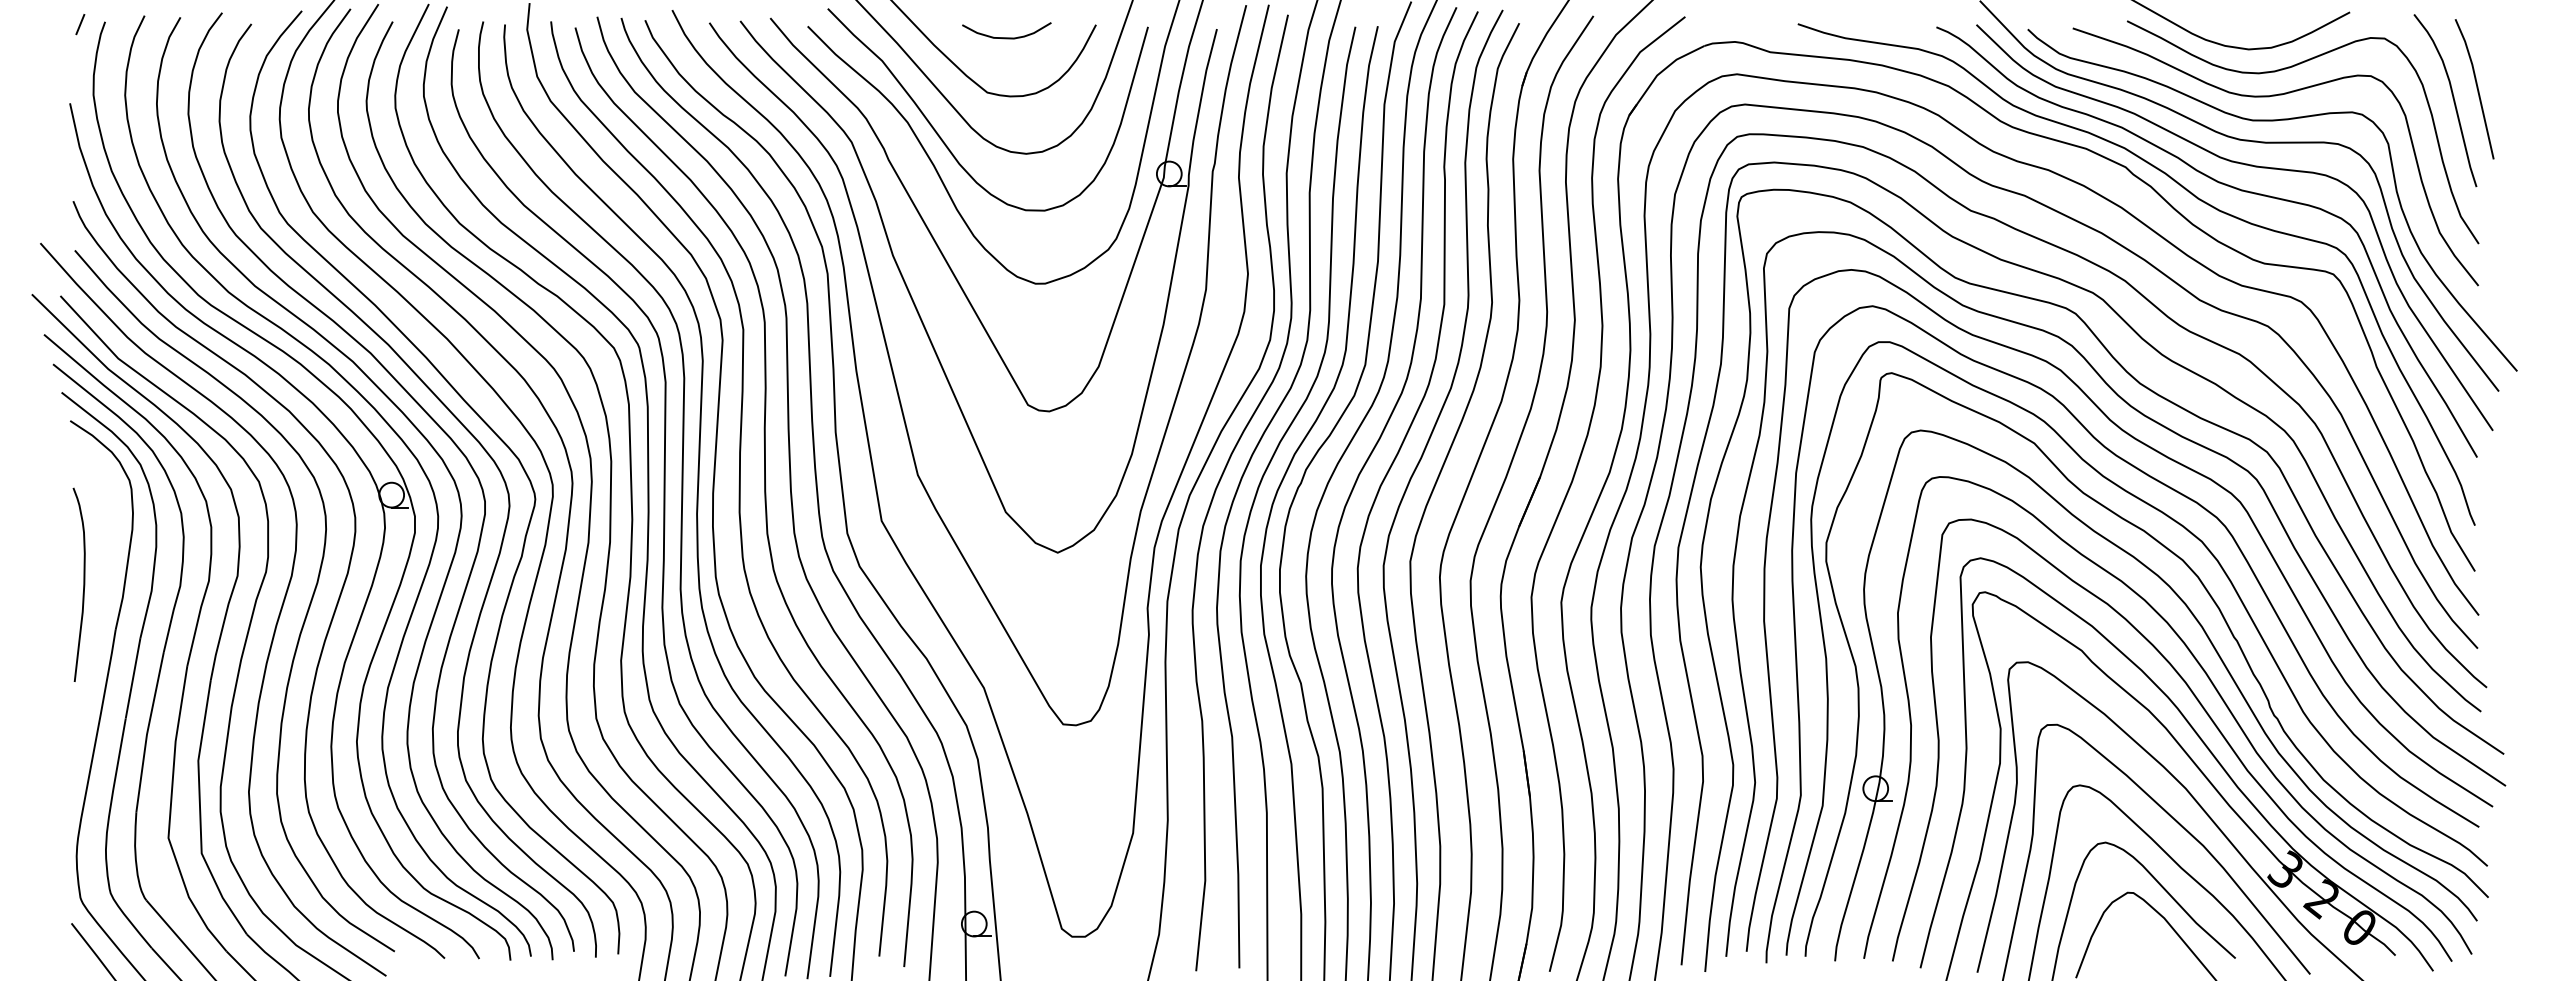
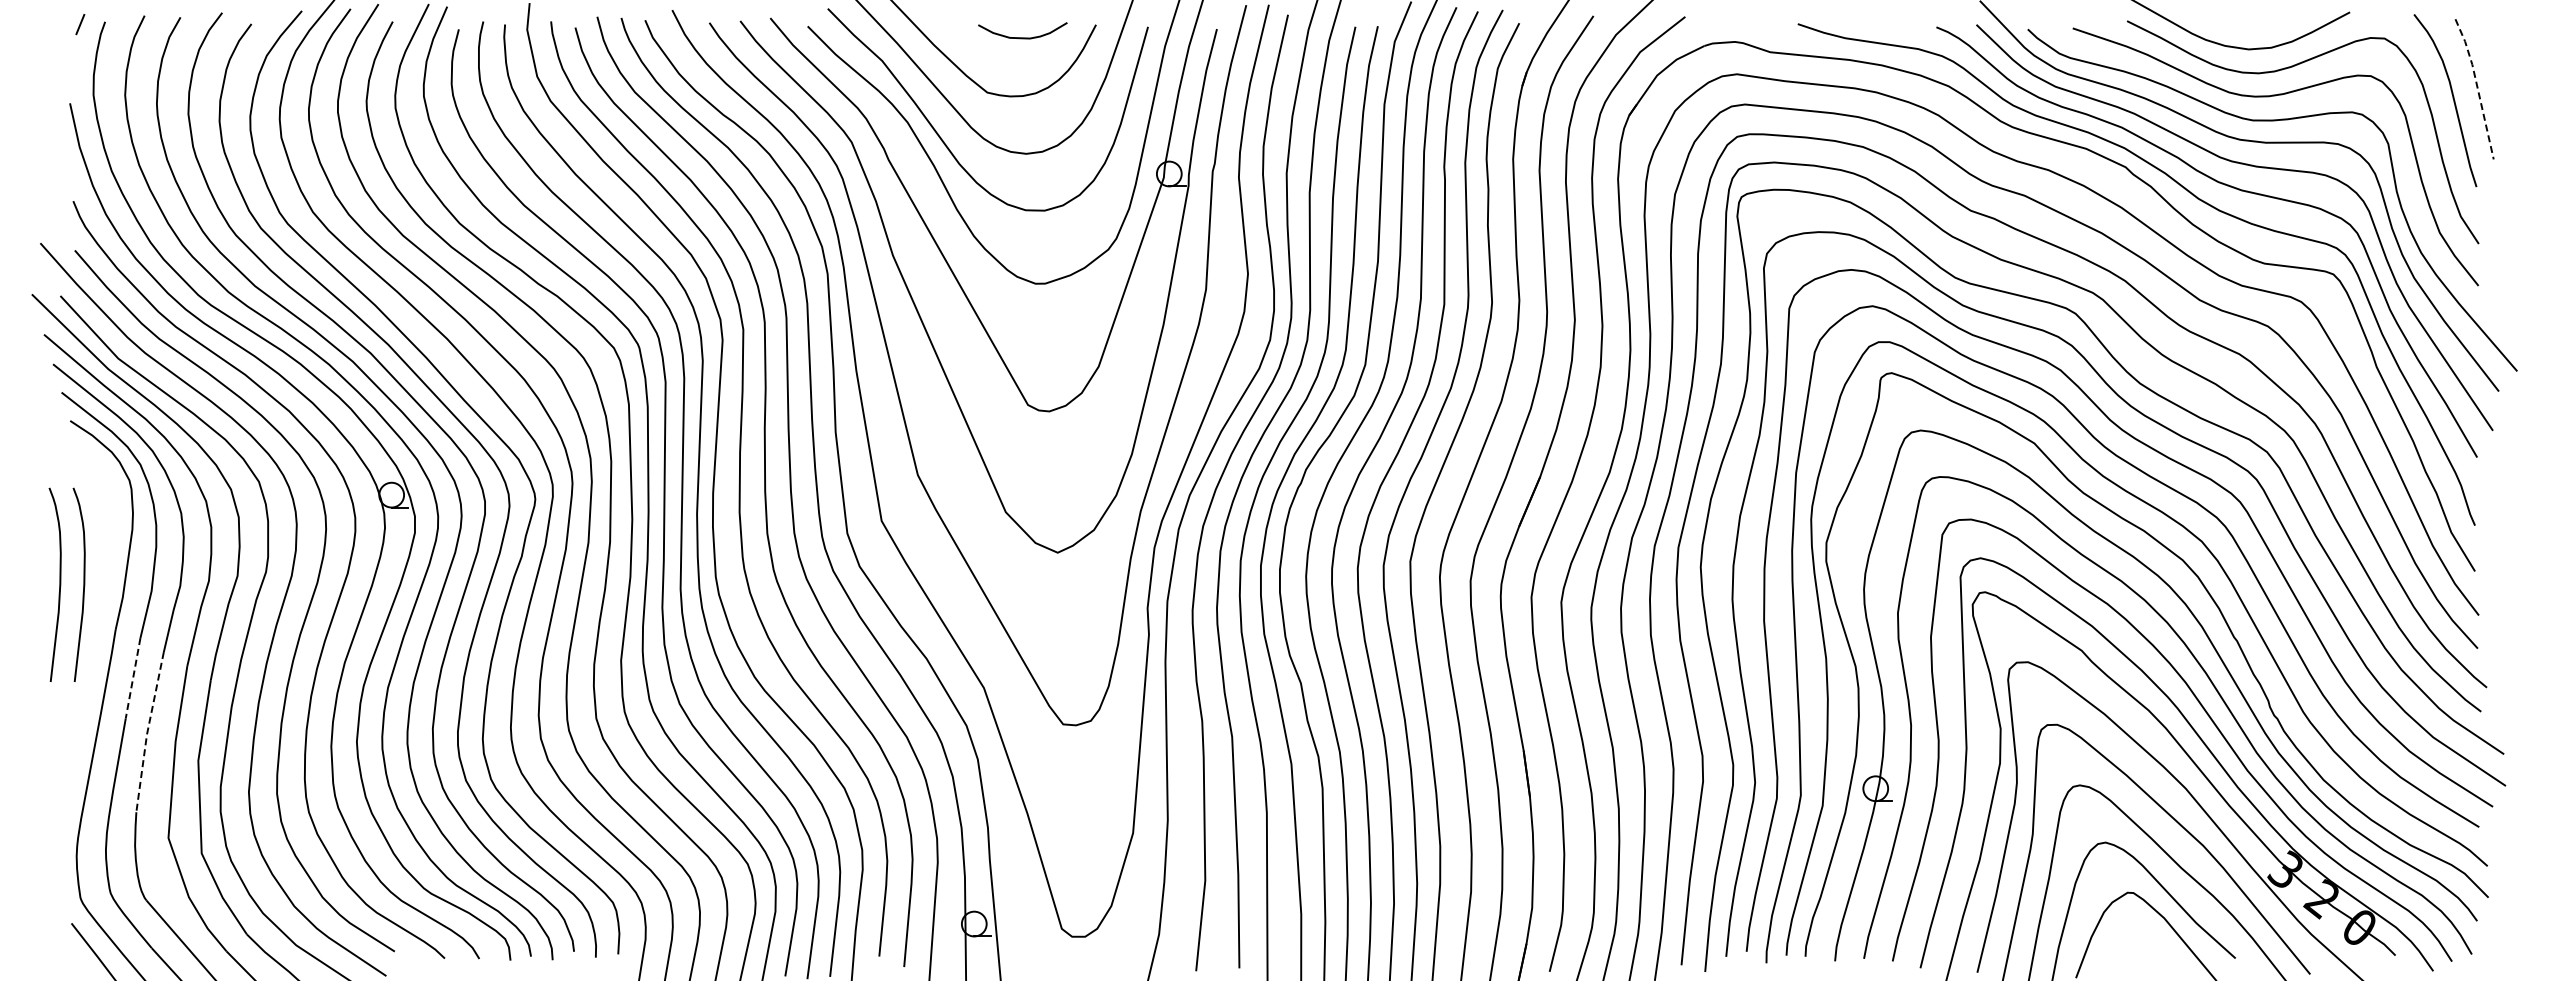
curve at (1006, 37) position: (1006, 37) -> (1022, 37)
line at (2477, 86): solid -> dashed
curve at (59, 584): none -> present
line at (133, 678): solid -> dashed
line at (147, 732): solid -> dashed
